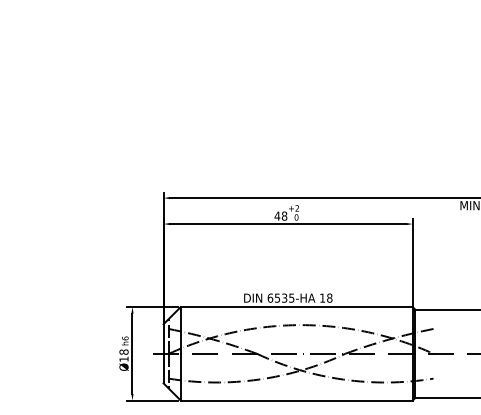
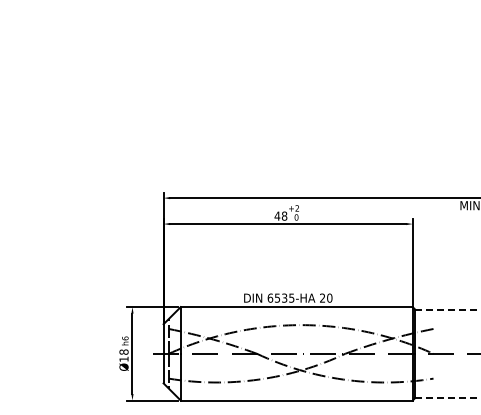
text at (326, 297): 18 -> 20
line at (448, 309): solid -> dashed
line at (448, 397): solid -> dashed
